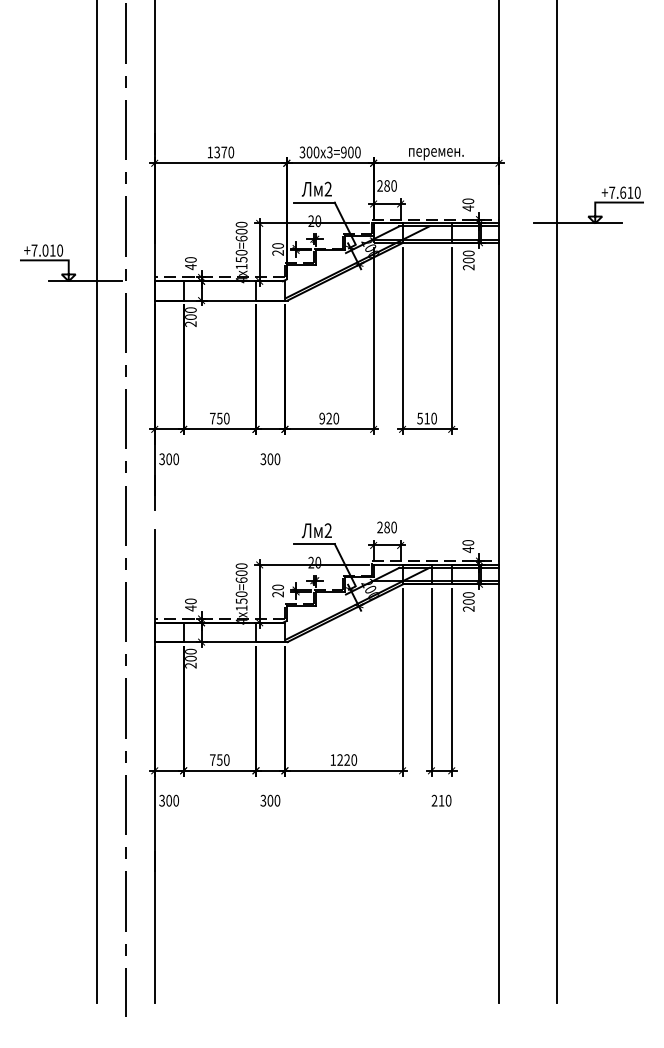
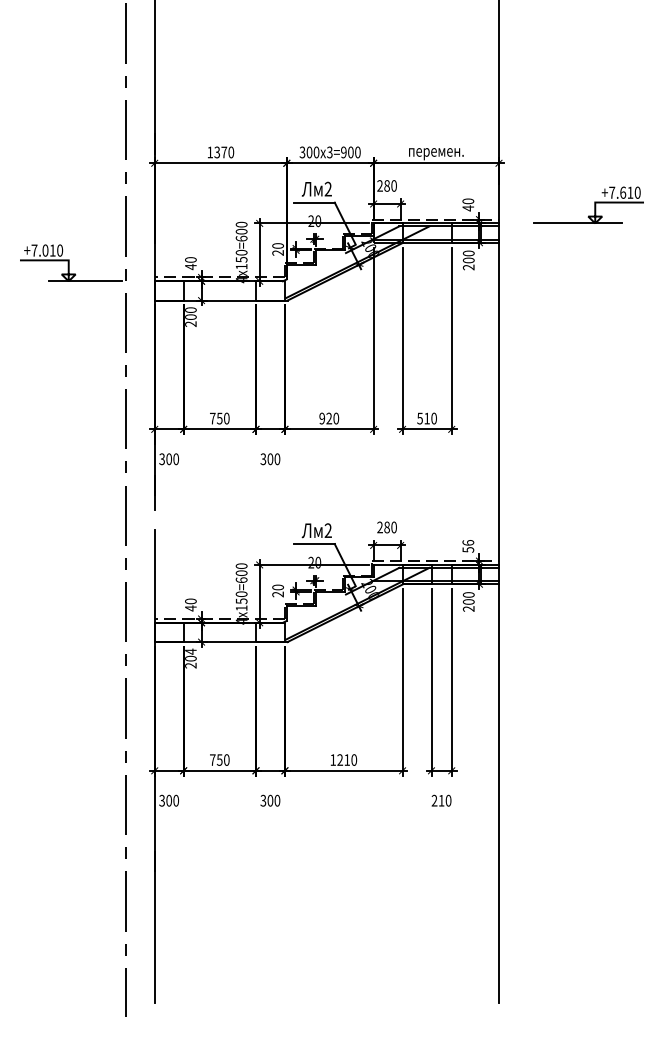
line at (96, 502): present -> none
line at (556, 502): present -> none
text at (468, 546): 40 -> 56
text at (190, 651): 200 -> 204
text at (347, 759): 1220 -> 1210
